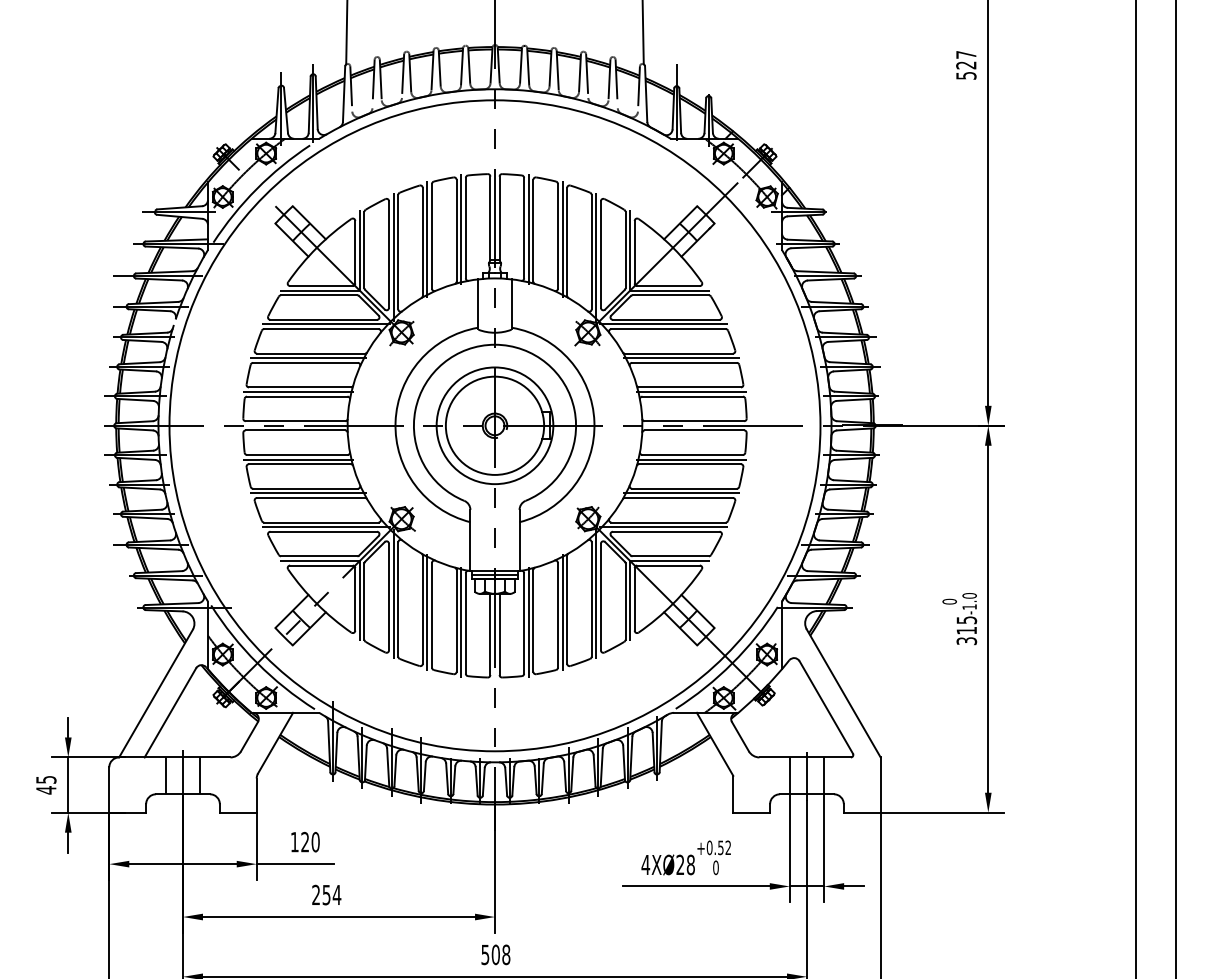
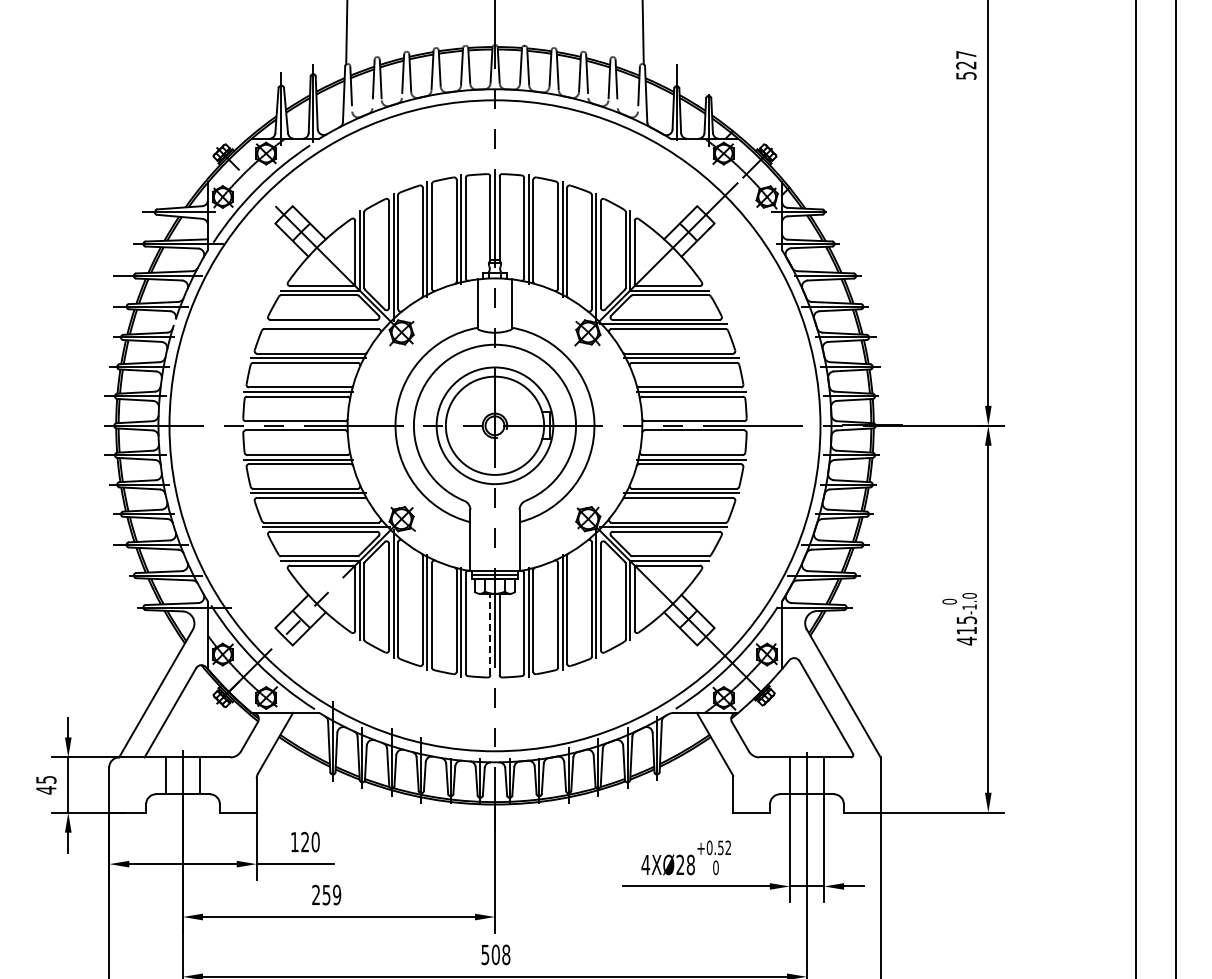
line at (326, 324): present -> none
line at (490, 634): solid -> dashed
text at (966, 640): 315 -> 415
text at (336, 894): 254 -> 259
